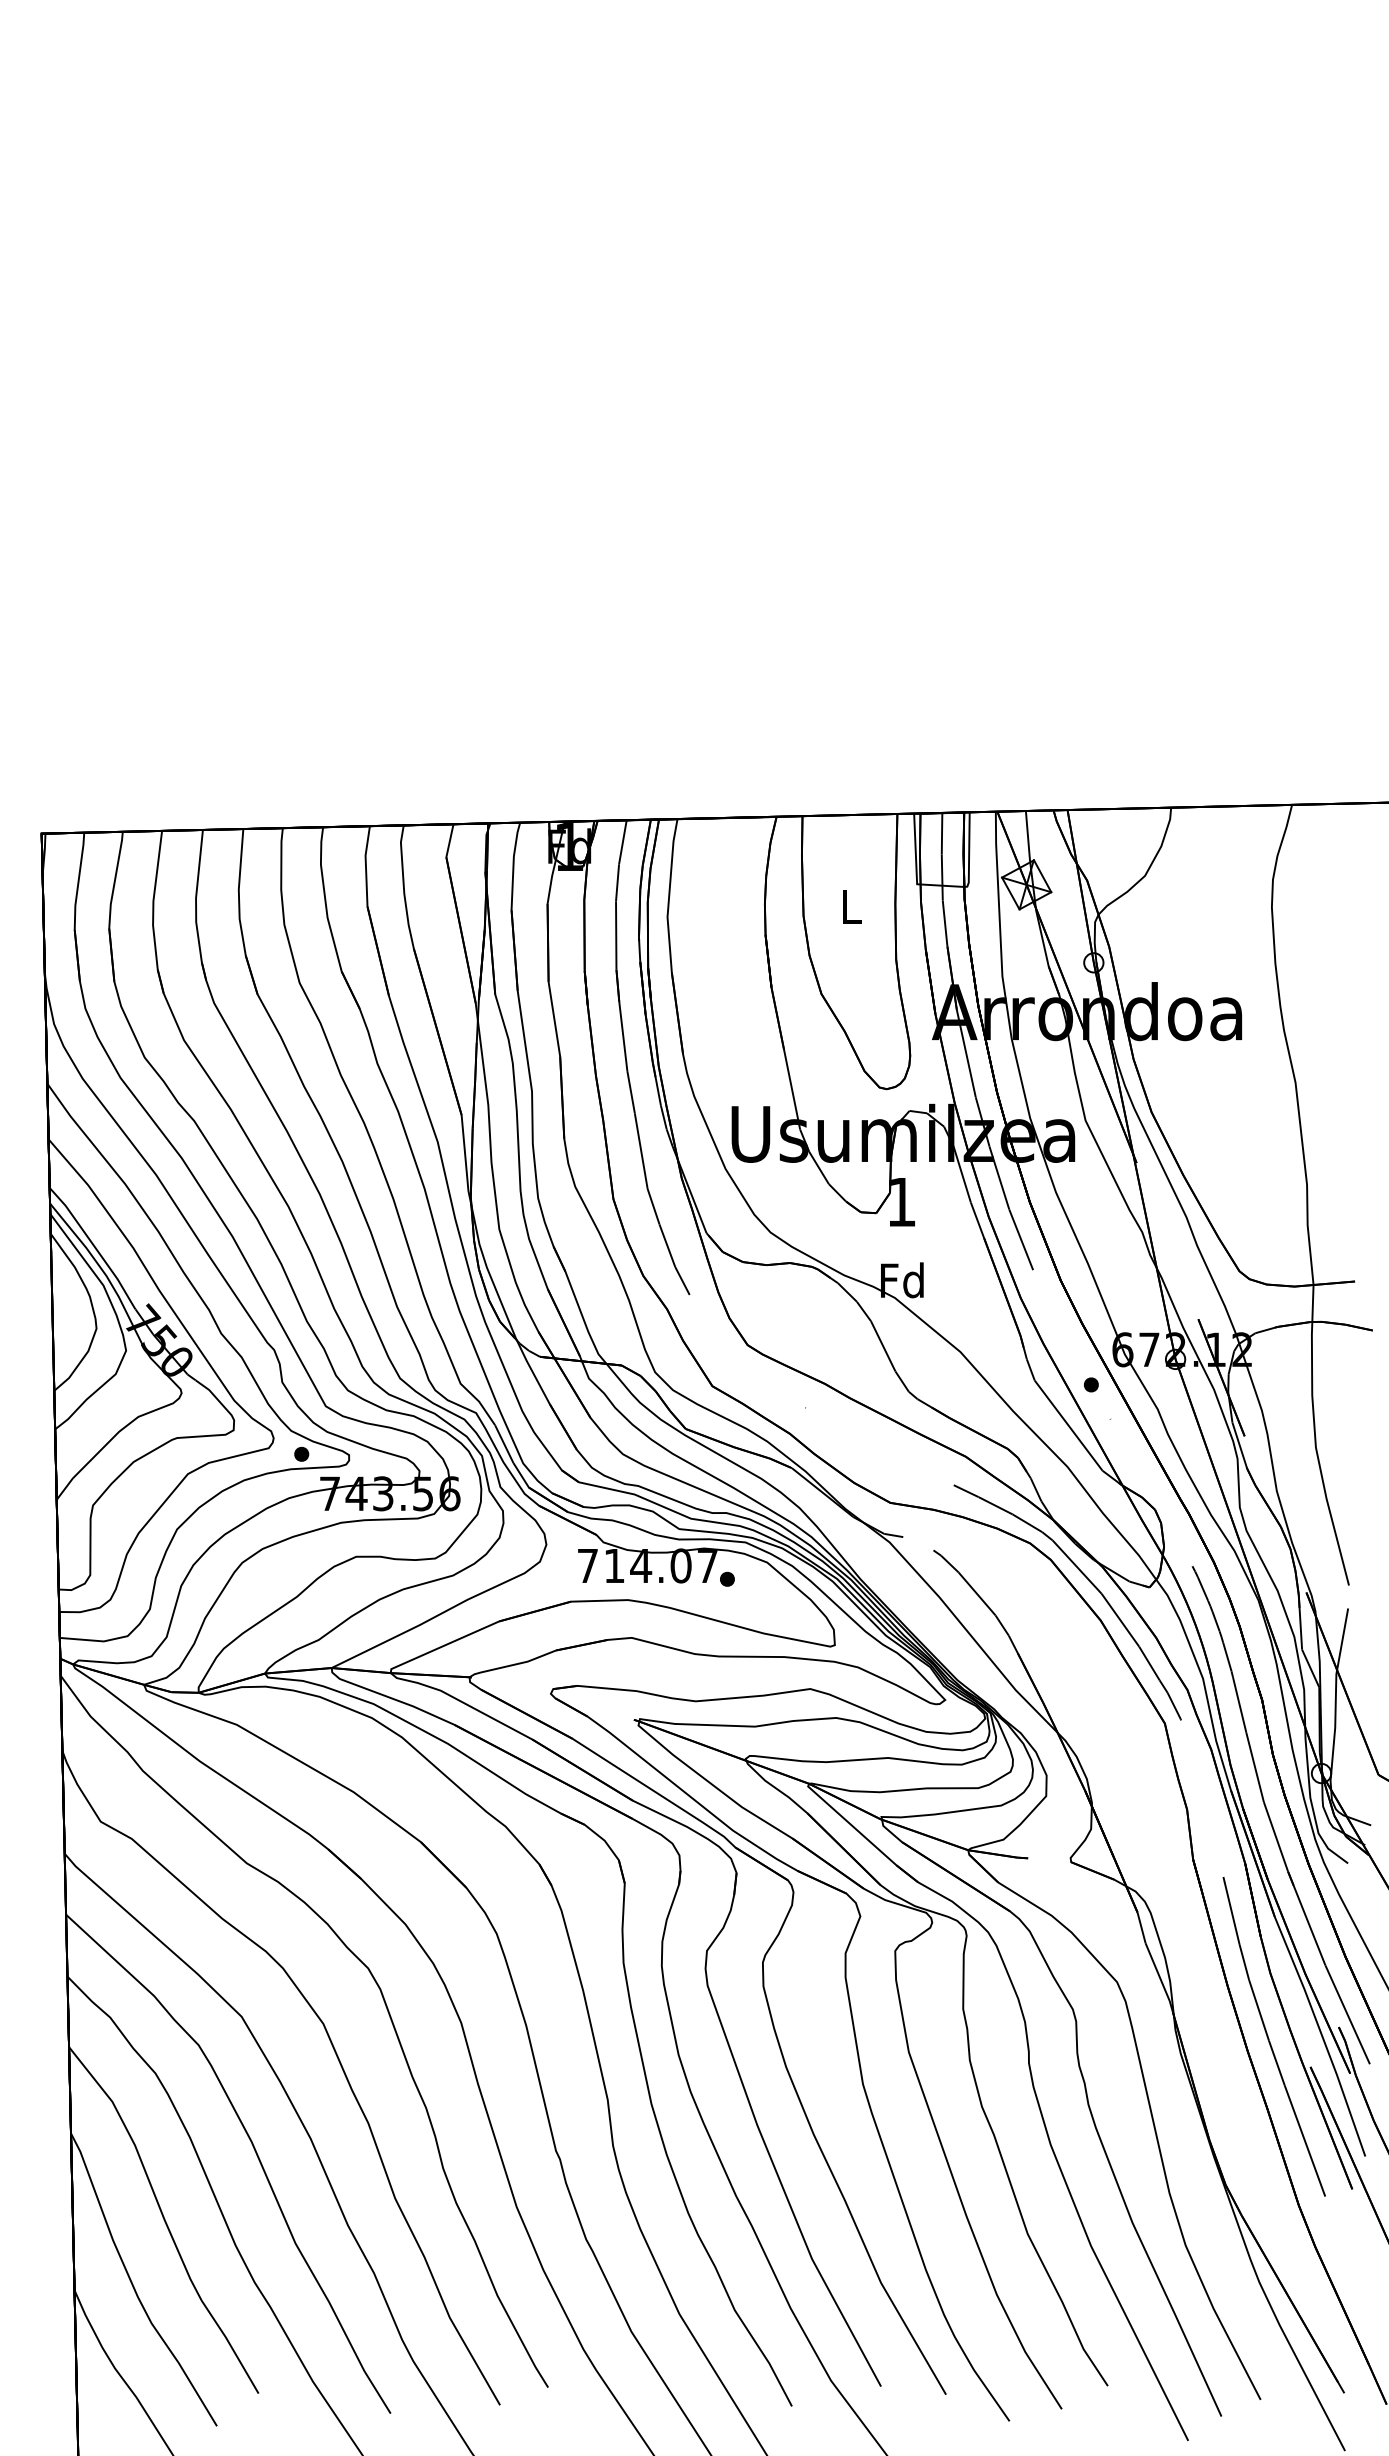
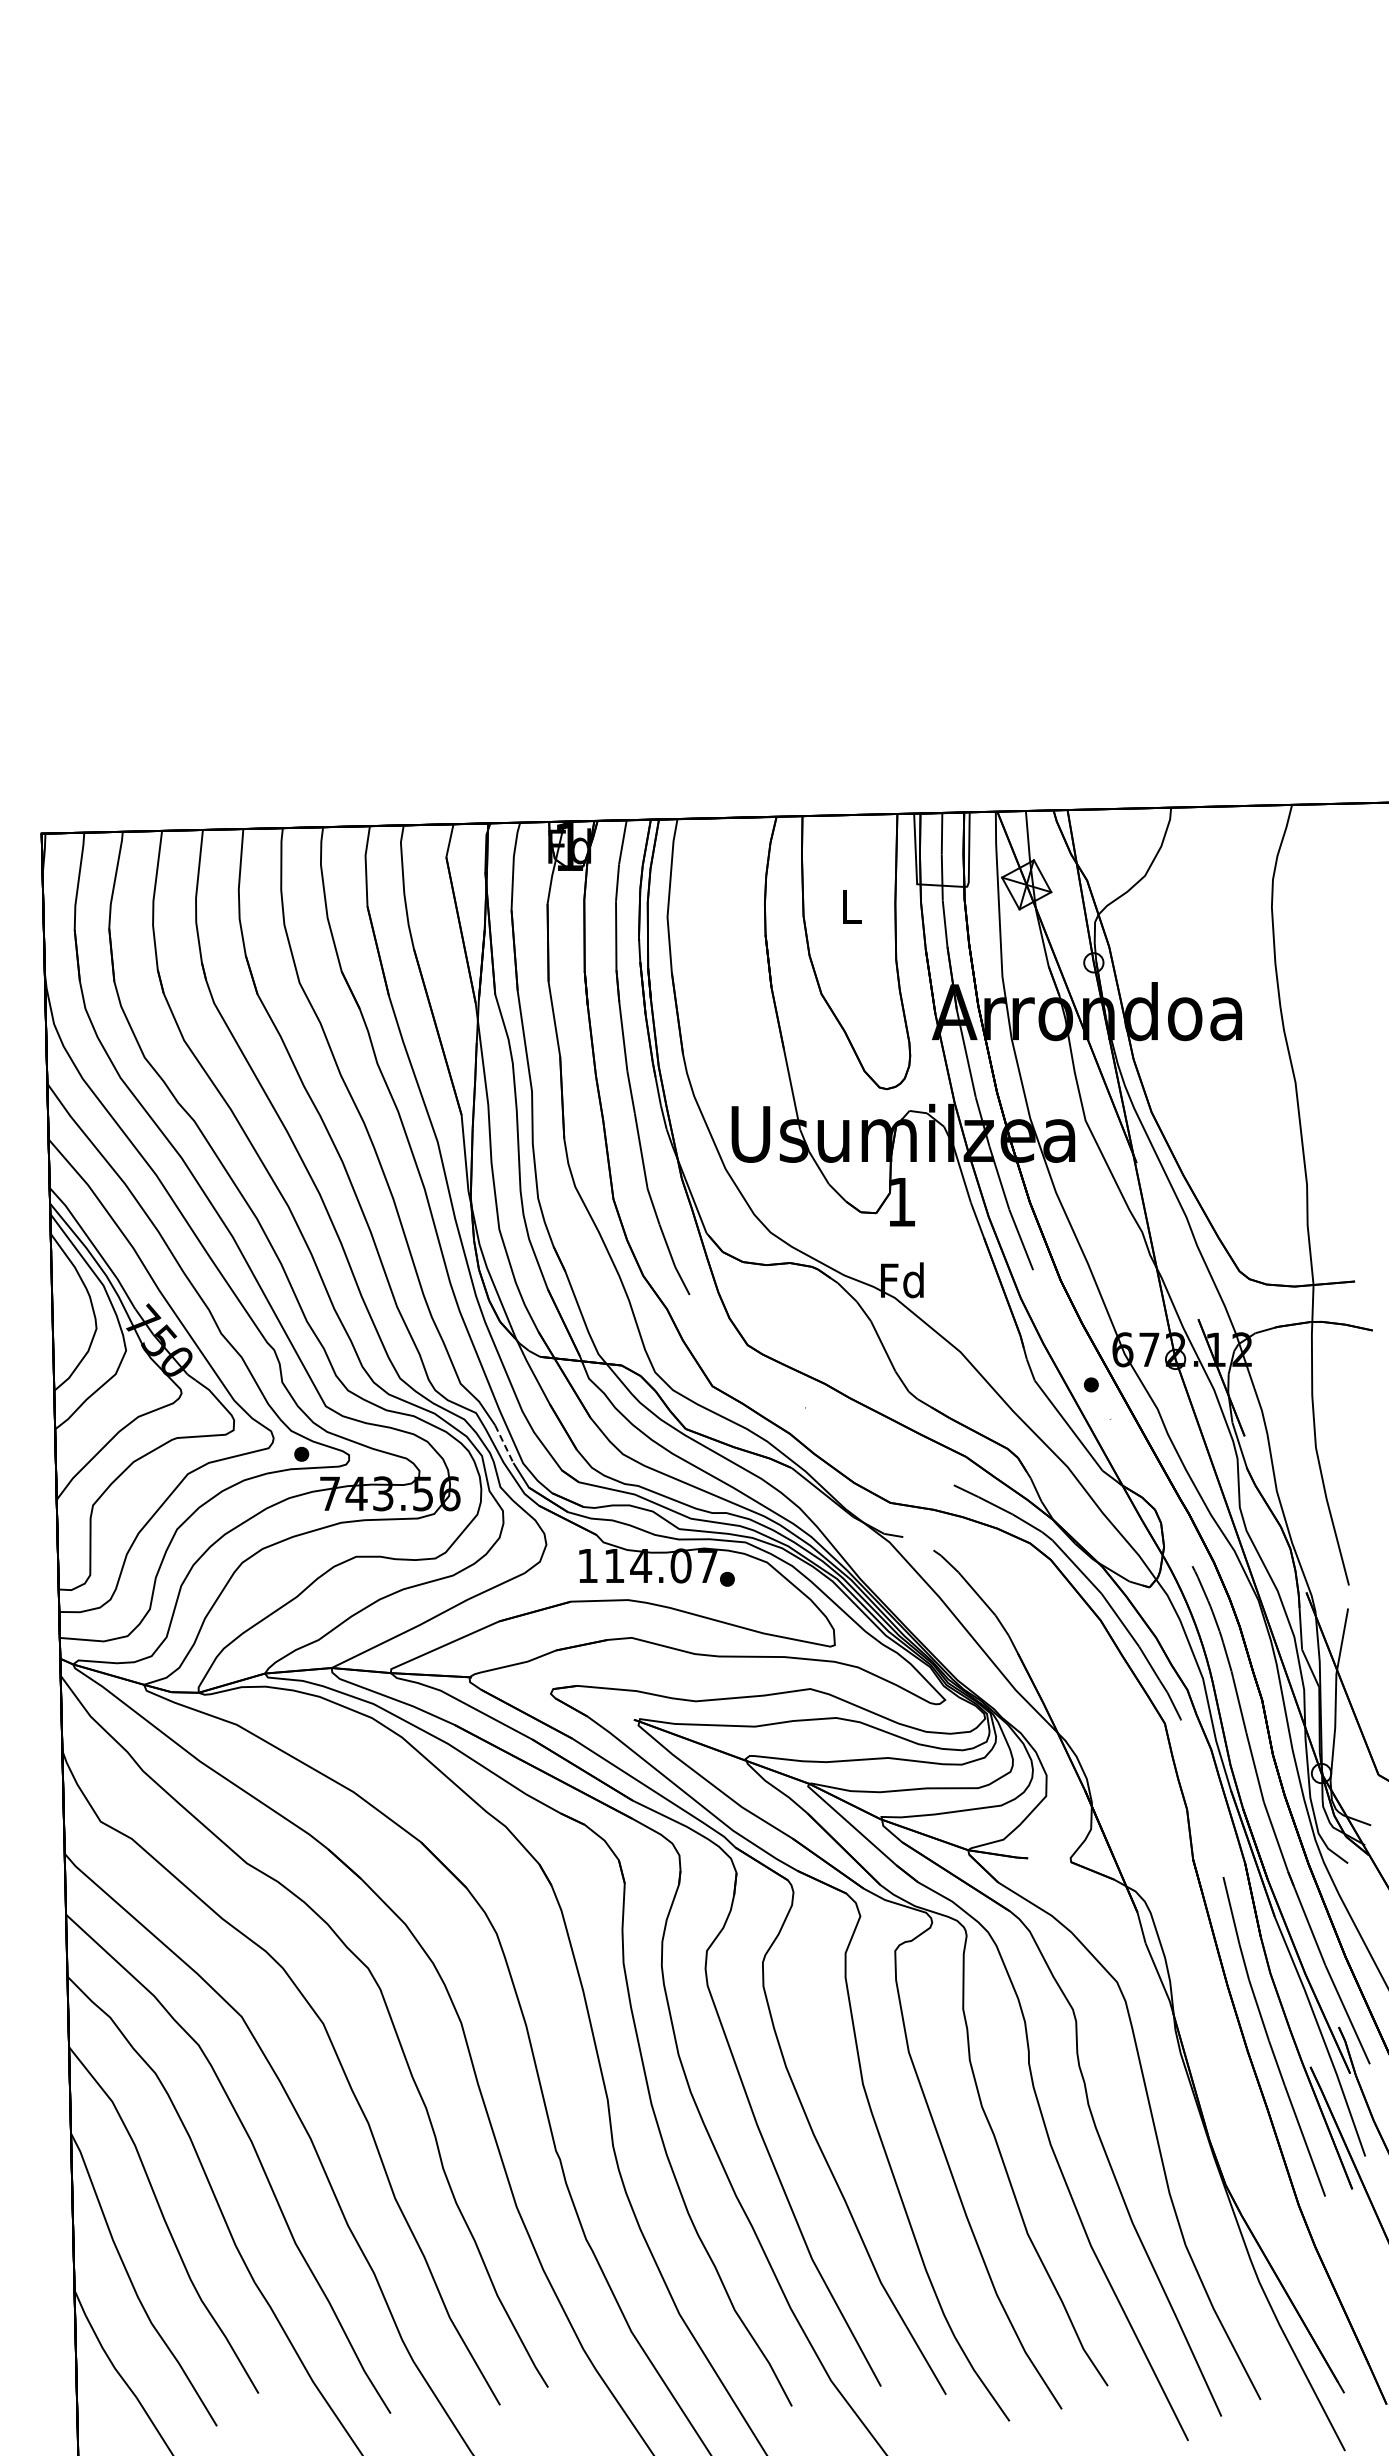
line at (504, 1444): solid -> dashed
text at (587, 1565): 714.07 -> 114.07
